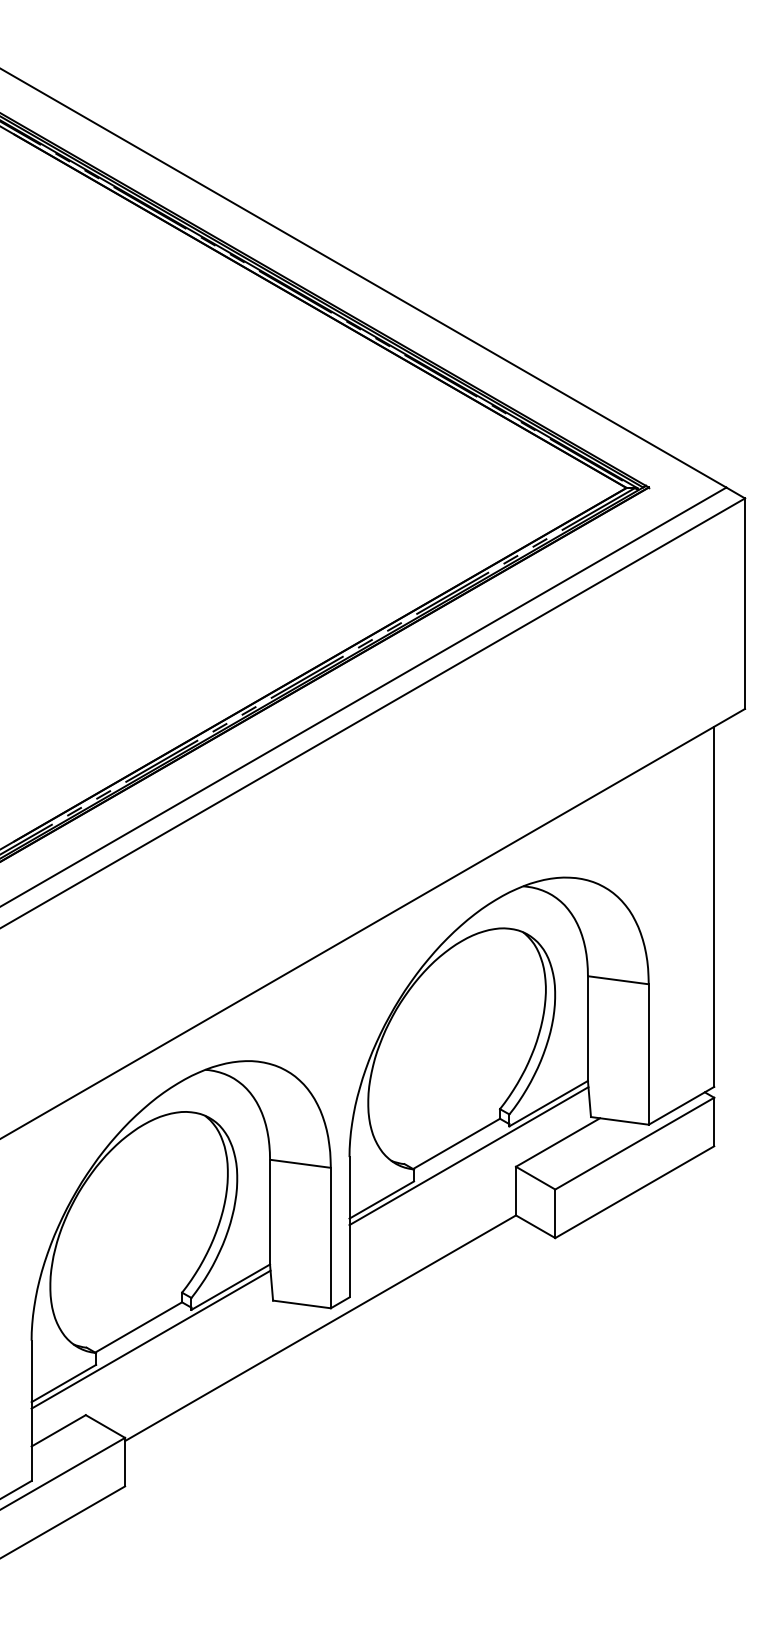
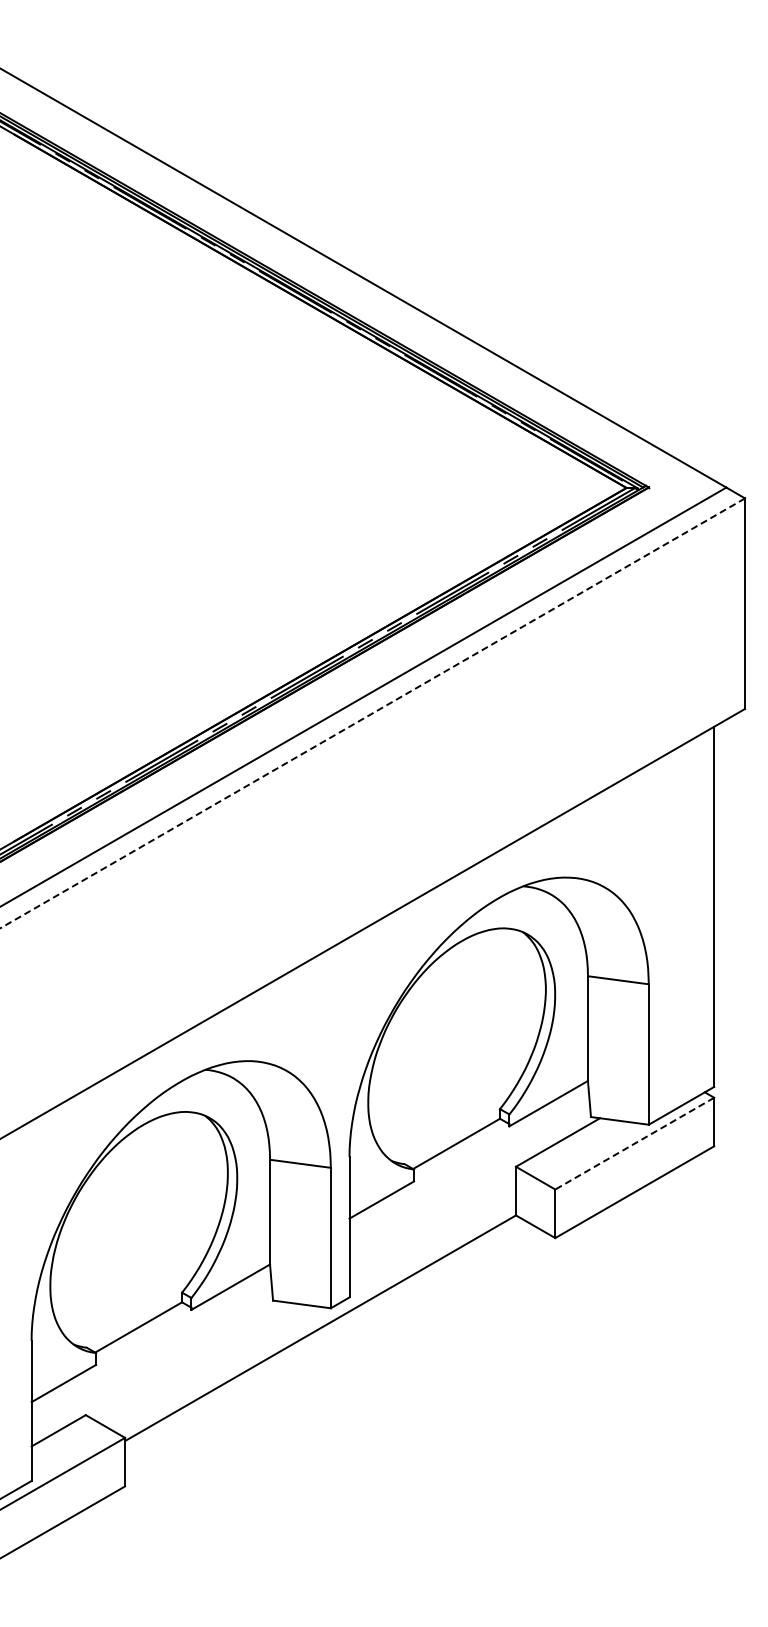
line at (372, 713): solid -> dashed
line at (634, 1143): solid -> dashed
line at (468, 1156): present -> none
line at (150, 1339): present -> none
